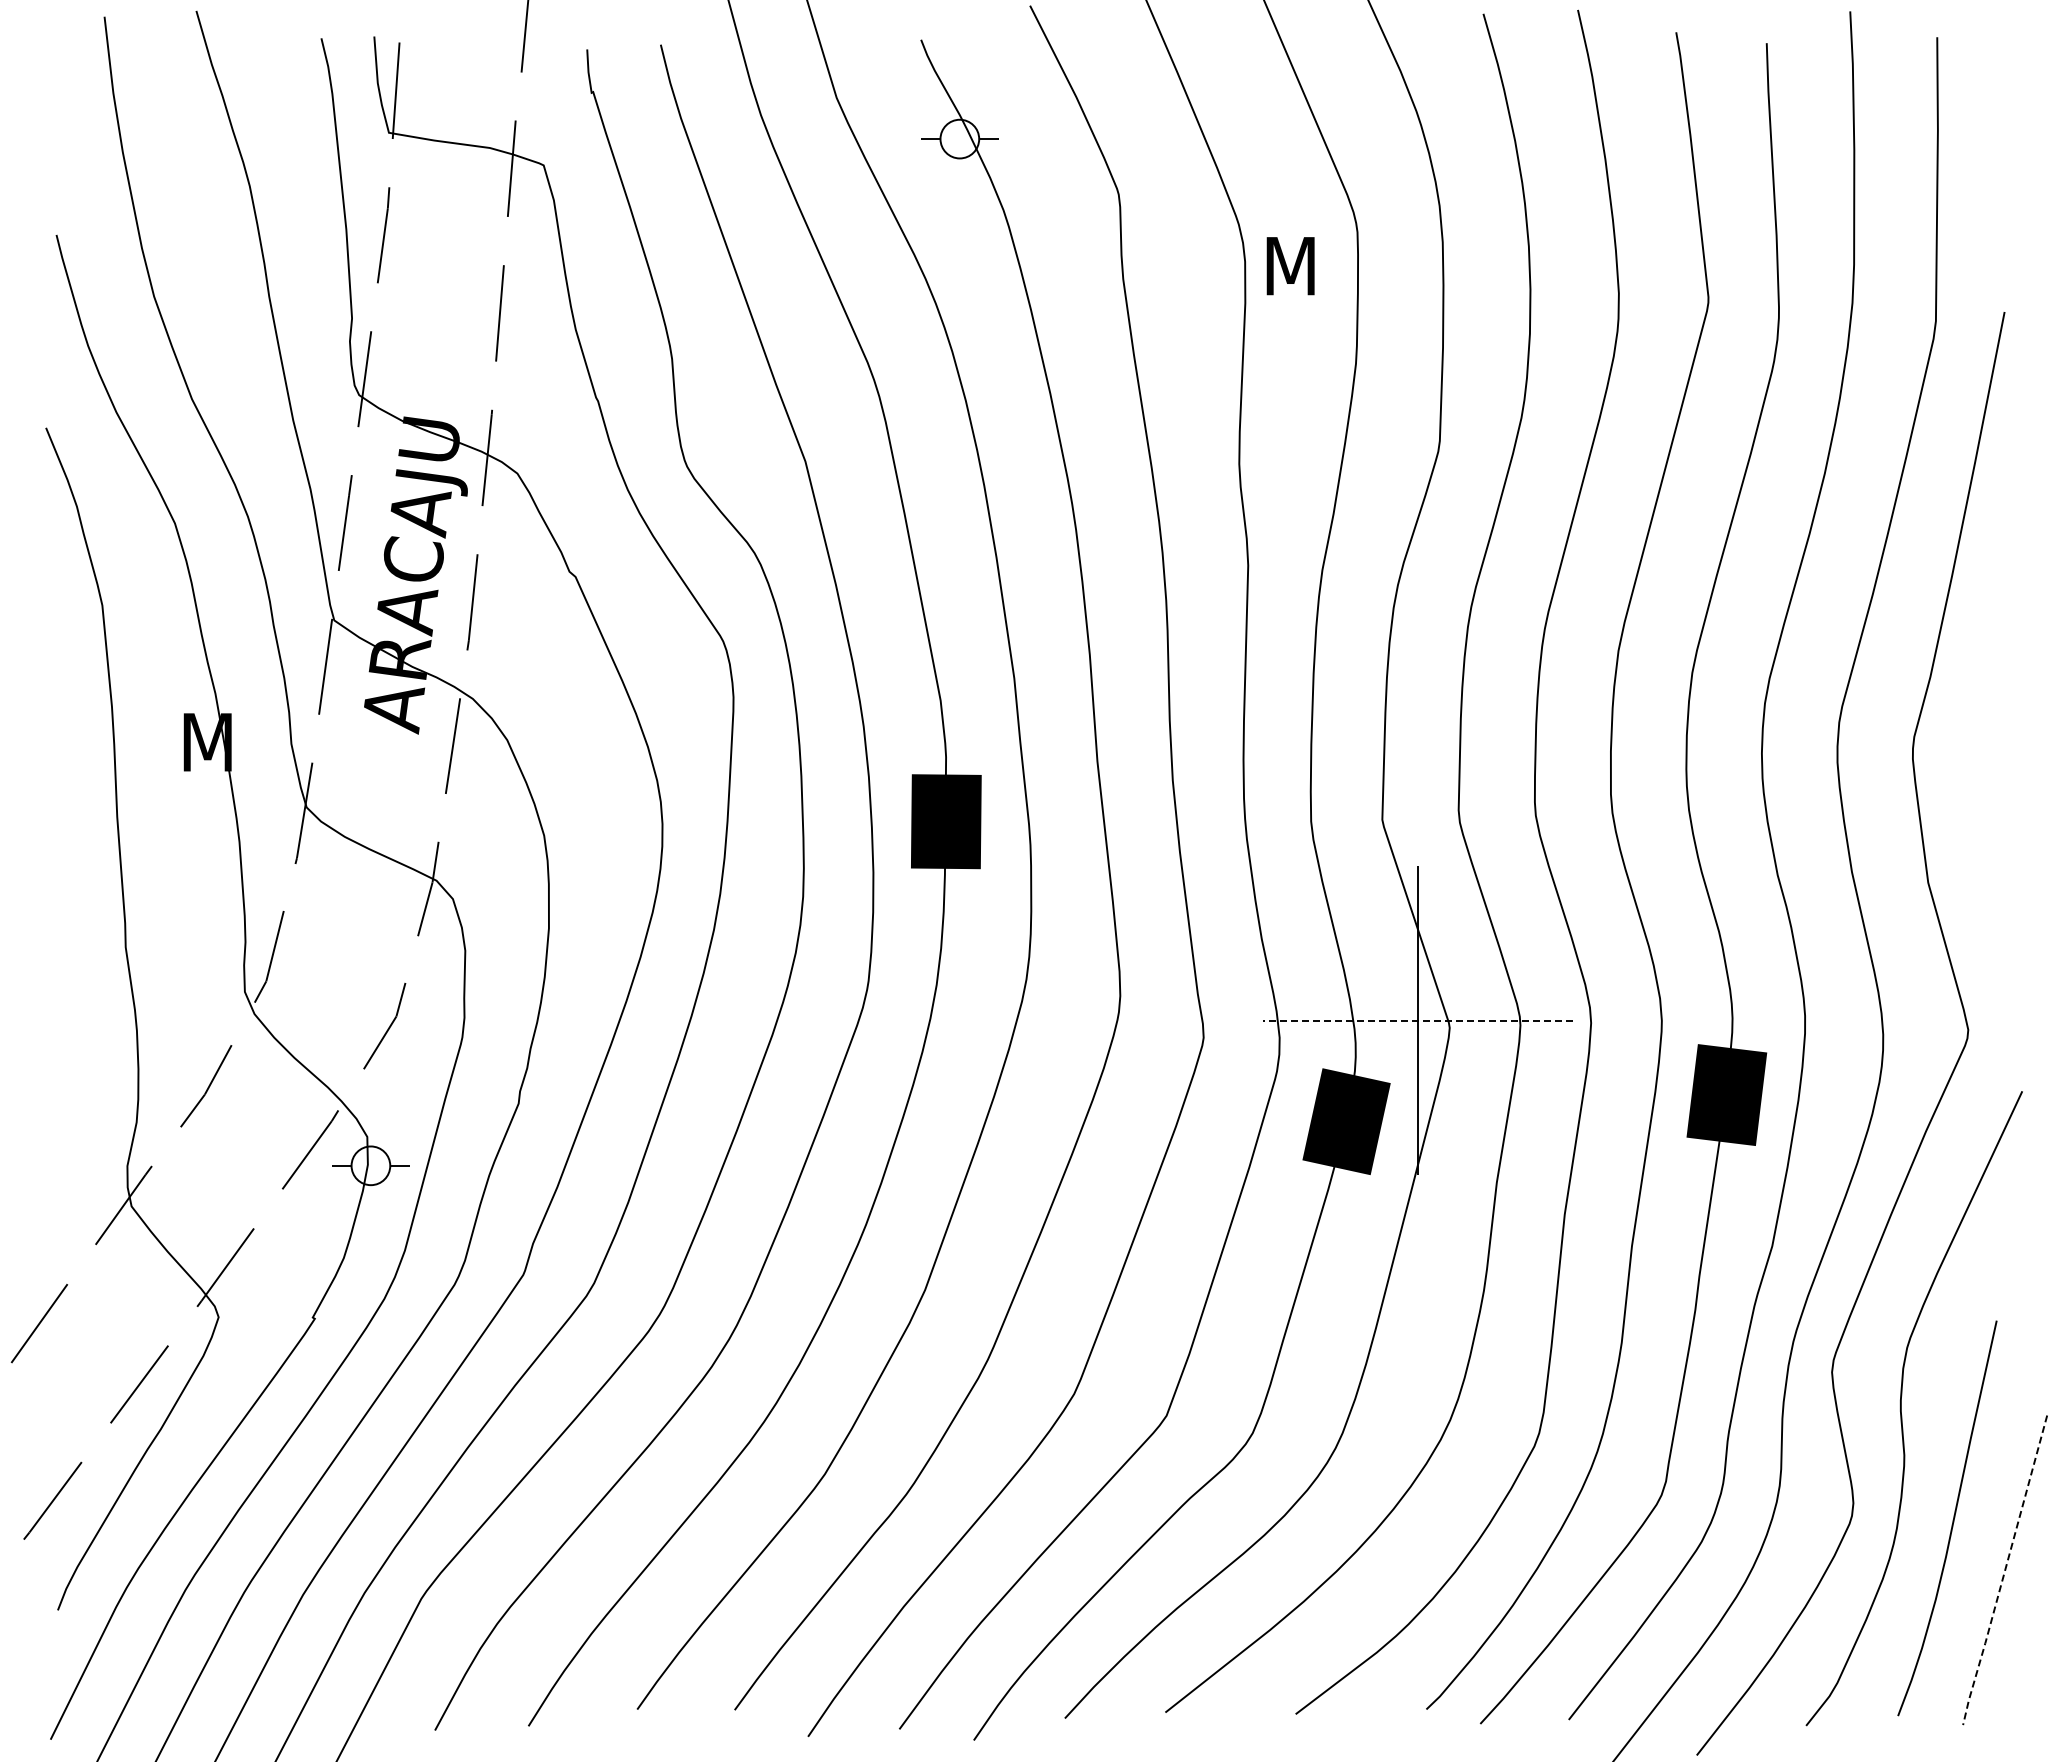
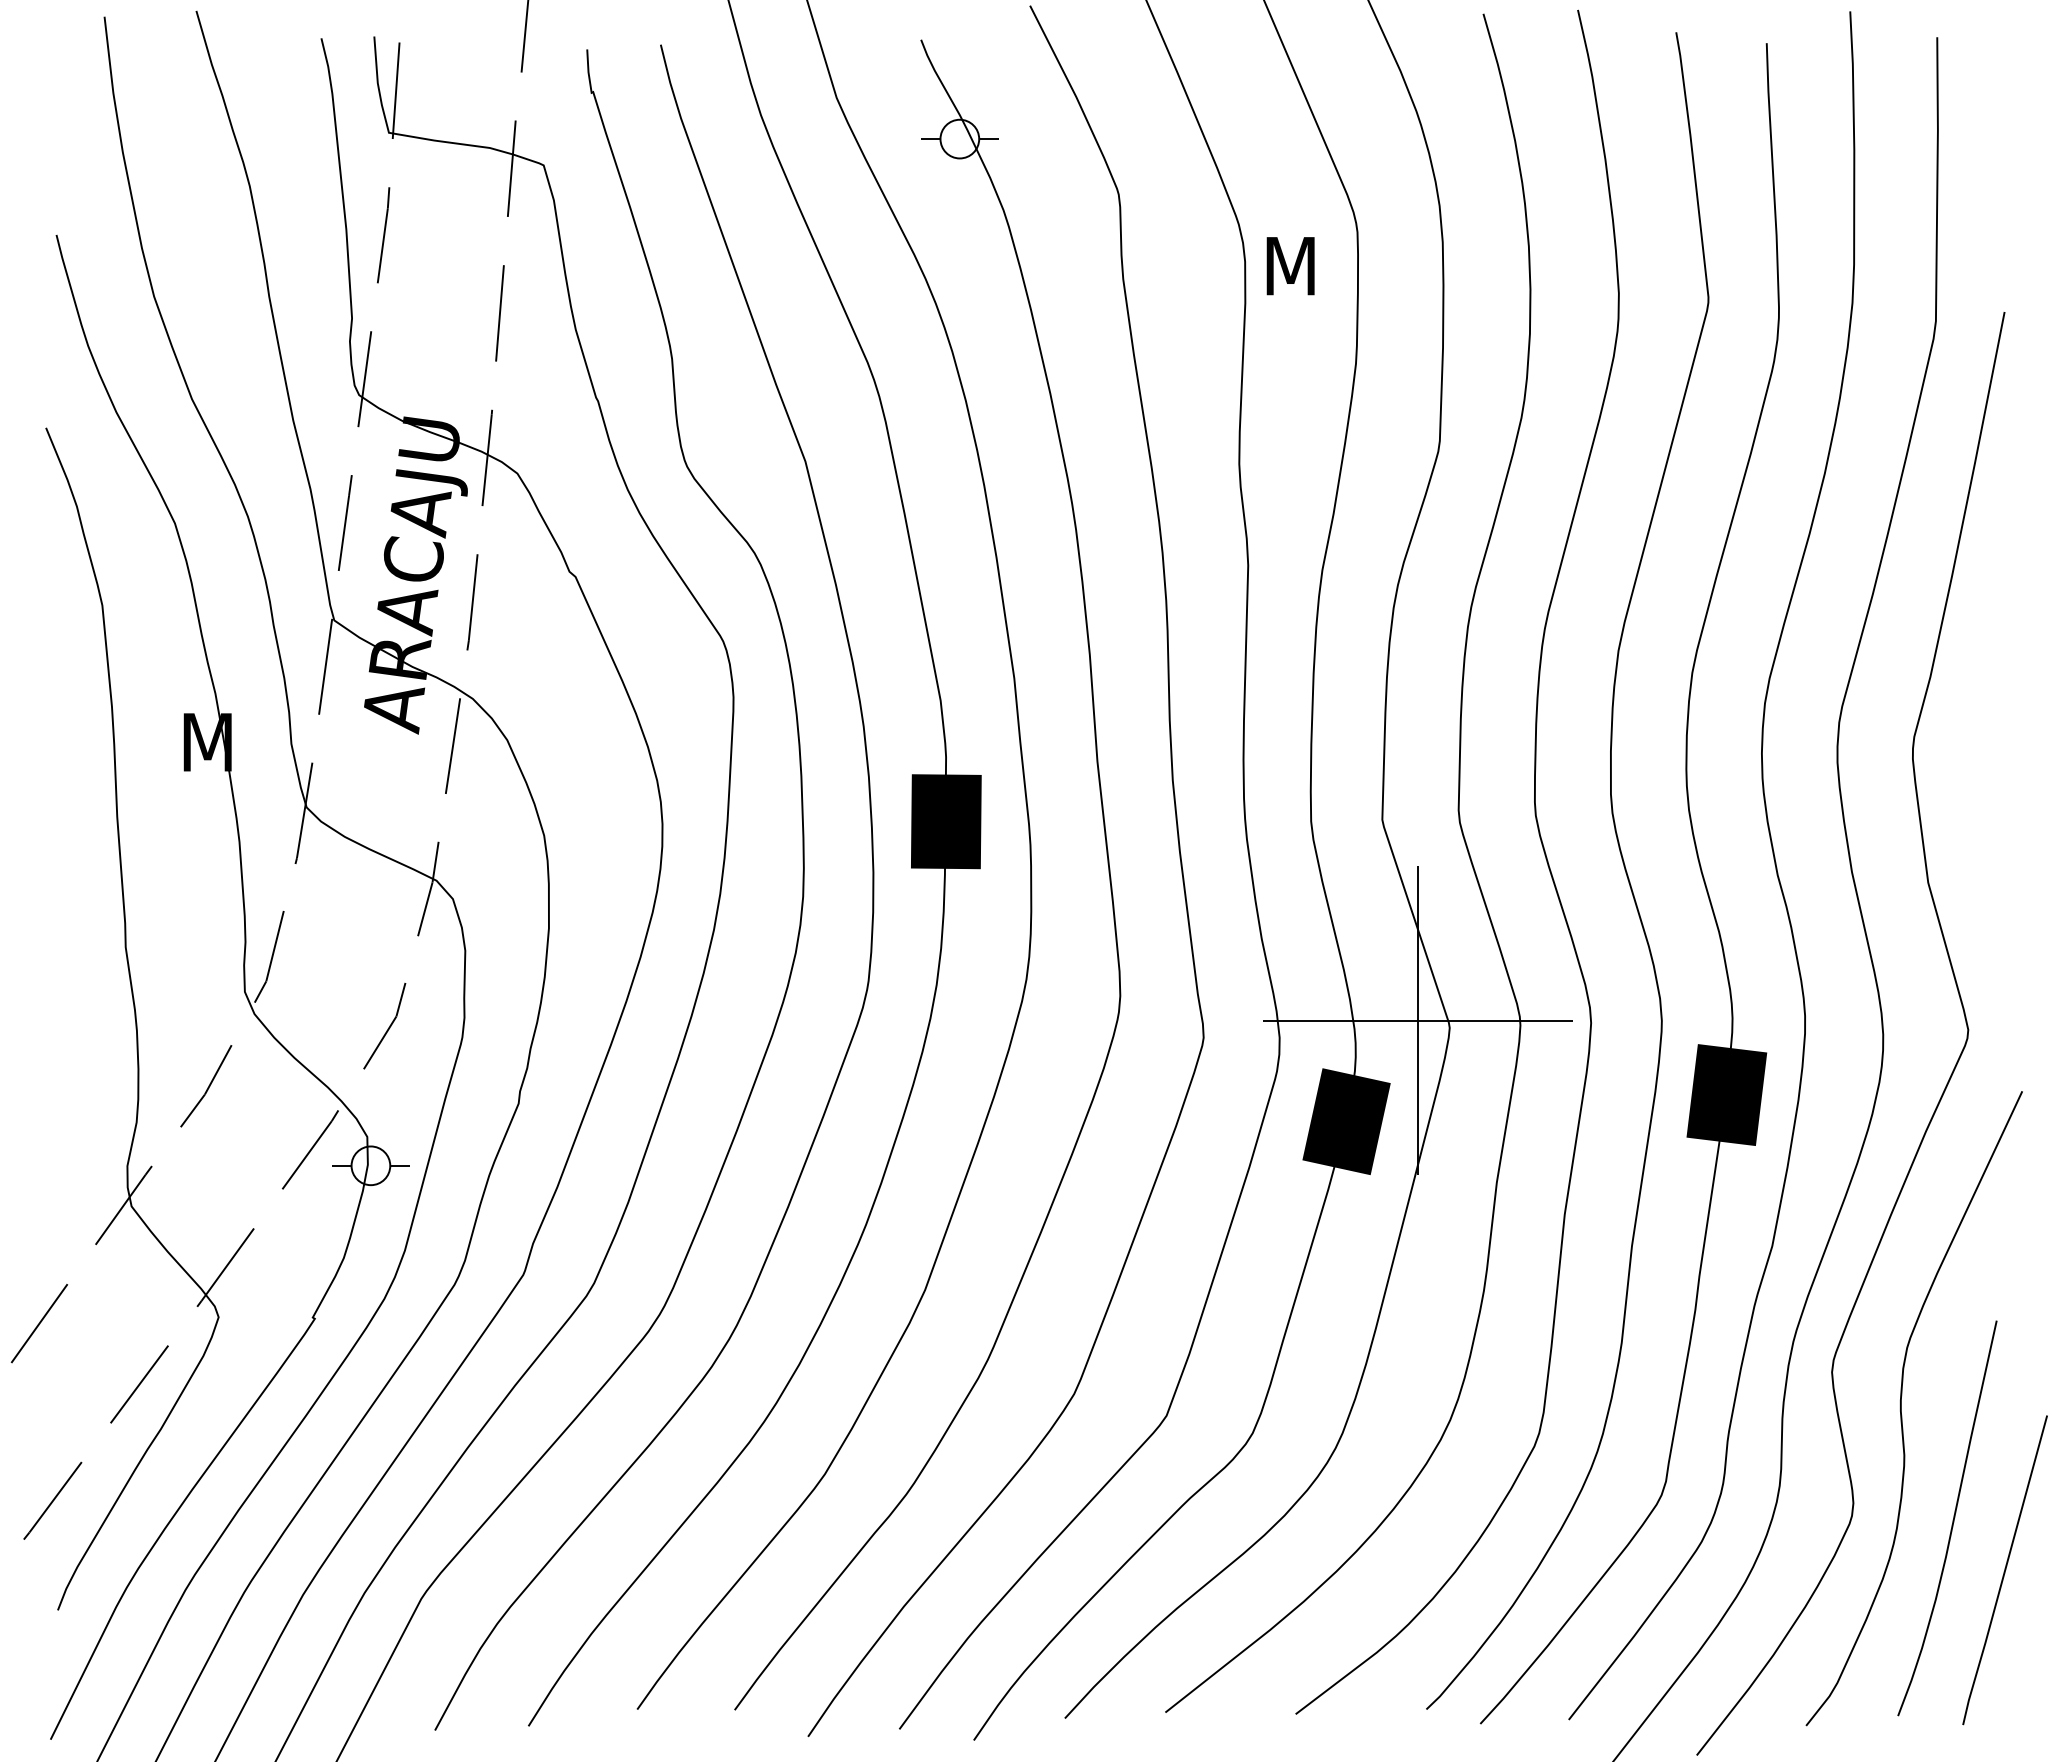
line at (1417, 1020): dashed -> solid
line at (2004, 1571): dashed -> solid
